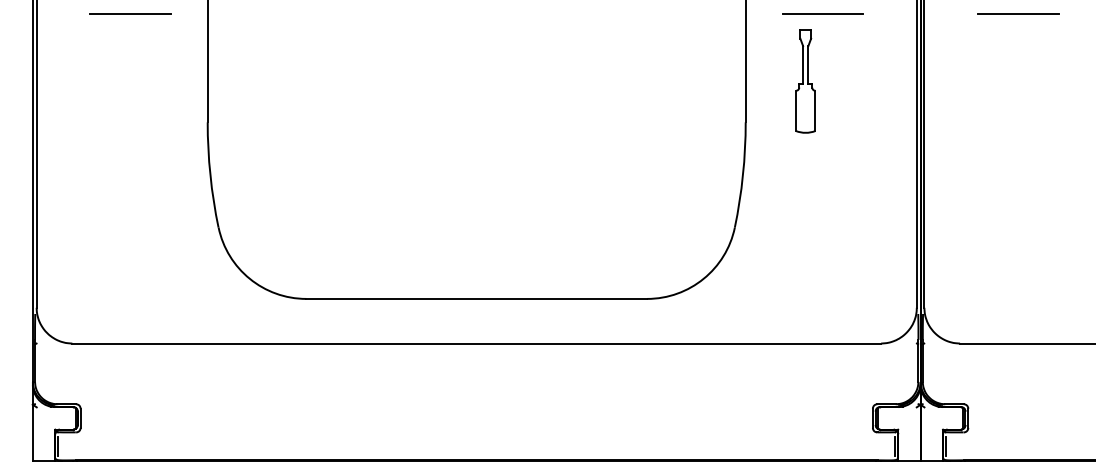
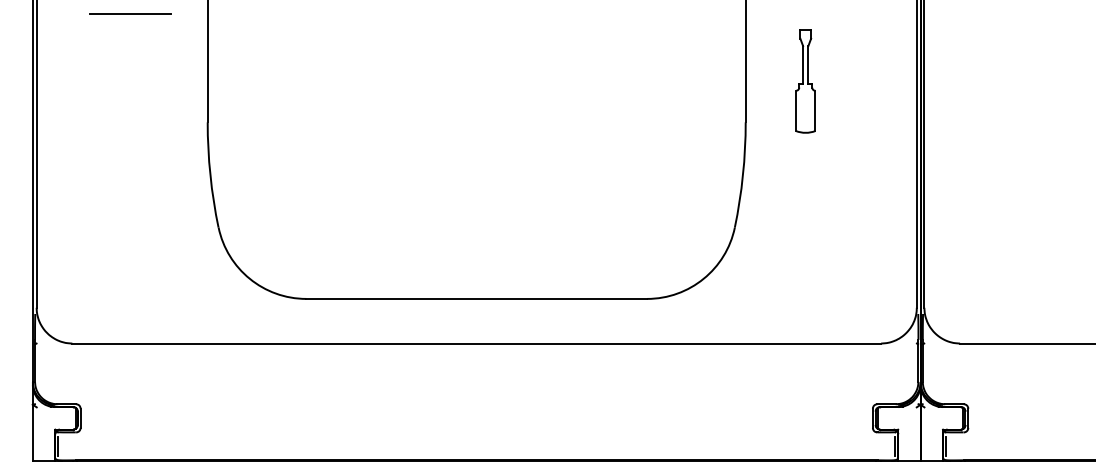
line at (1018, 13): present -> none
line at (822, 14): present -> none
